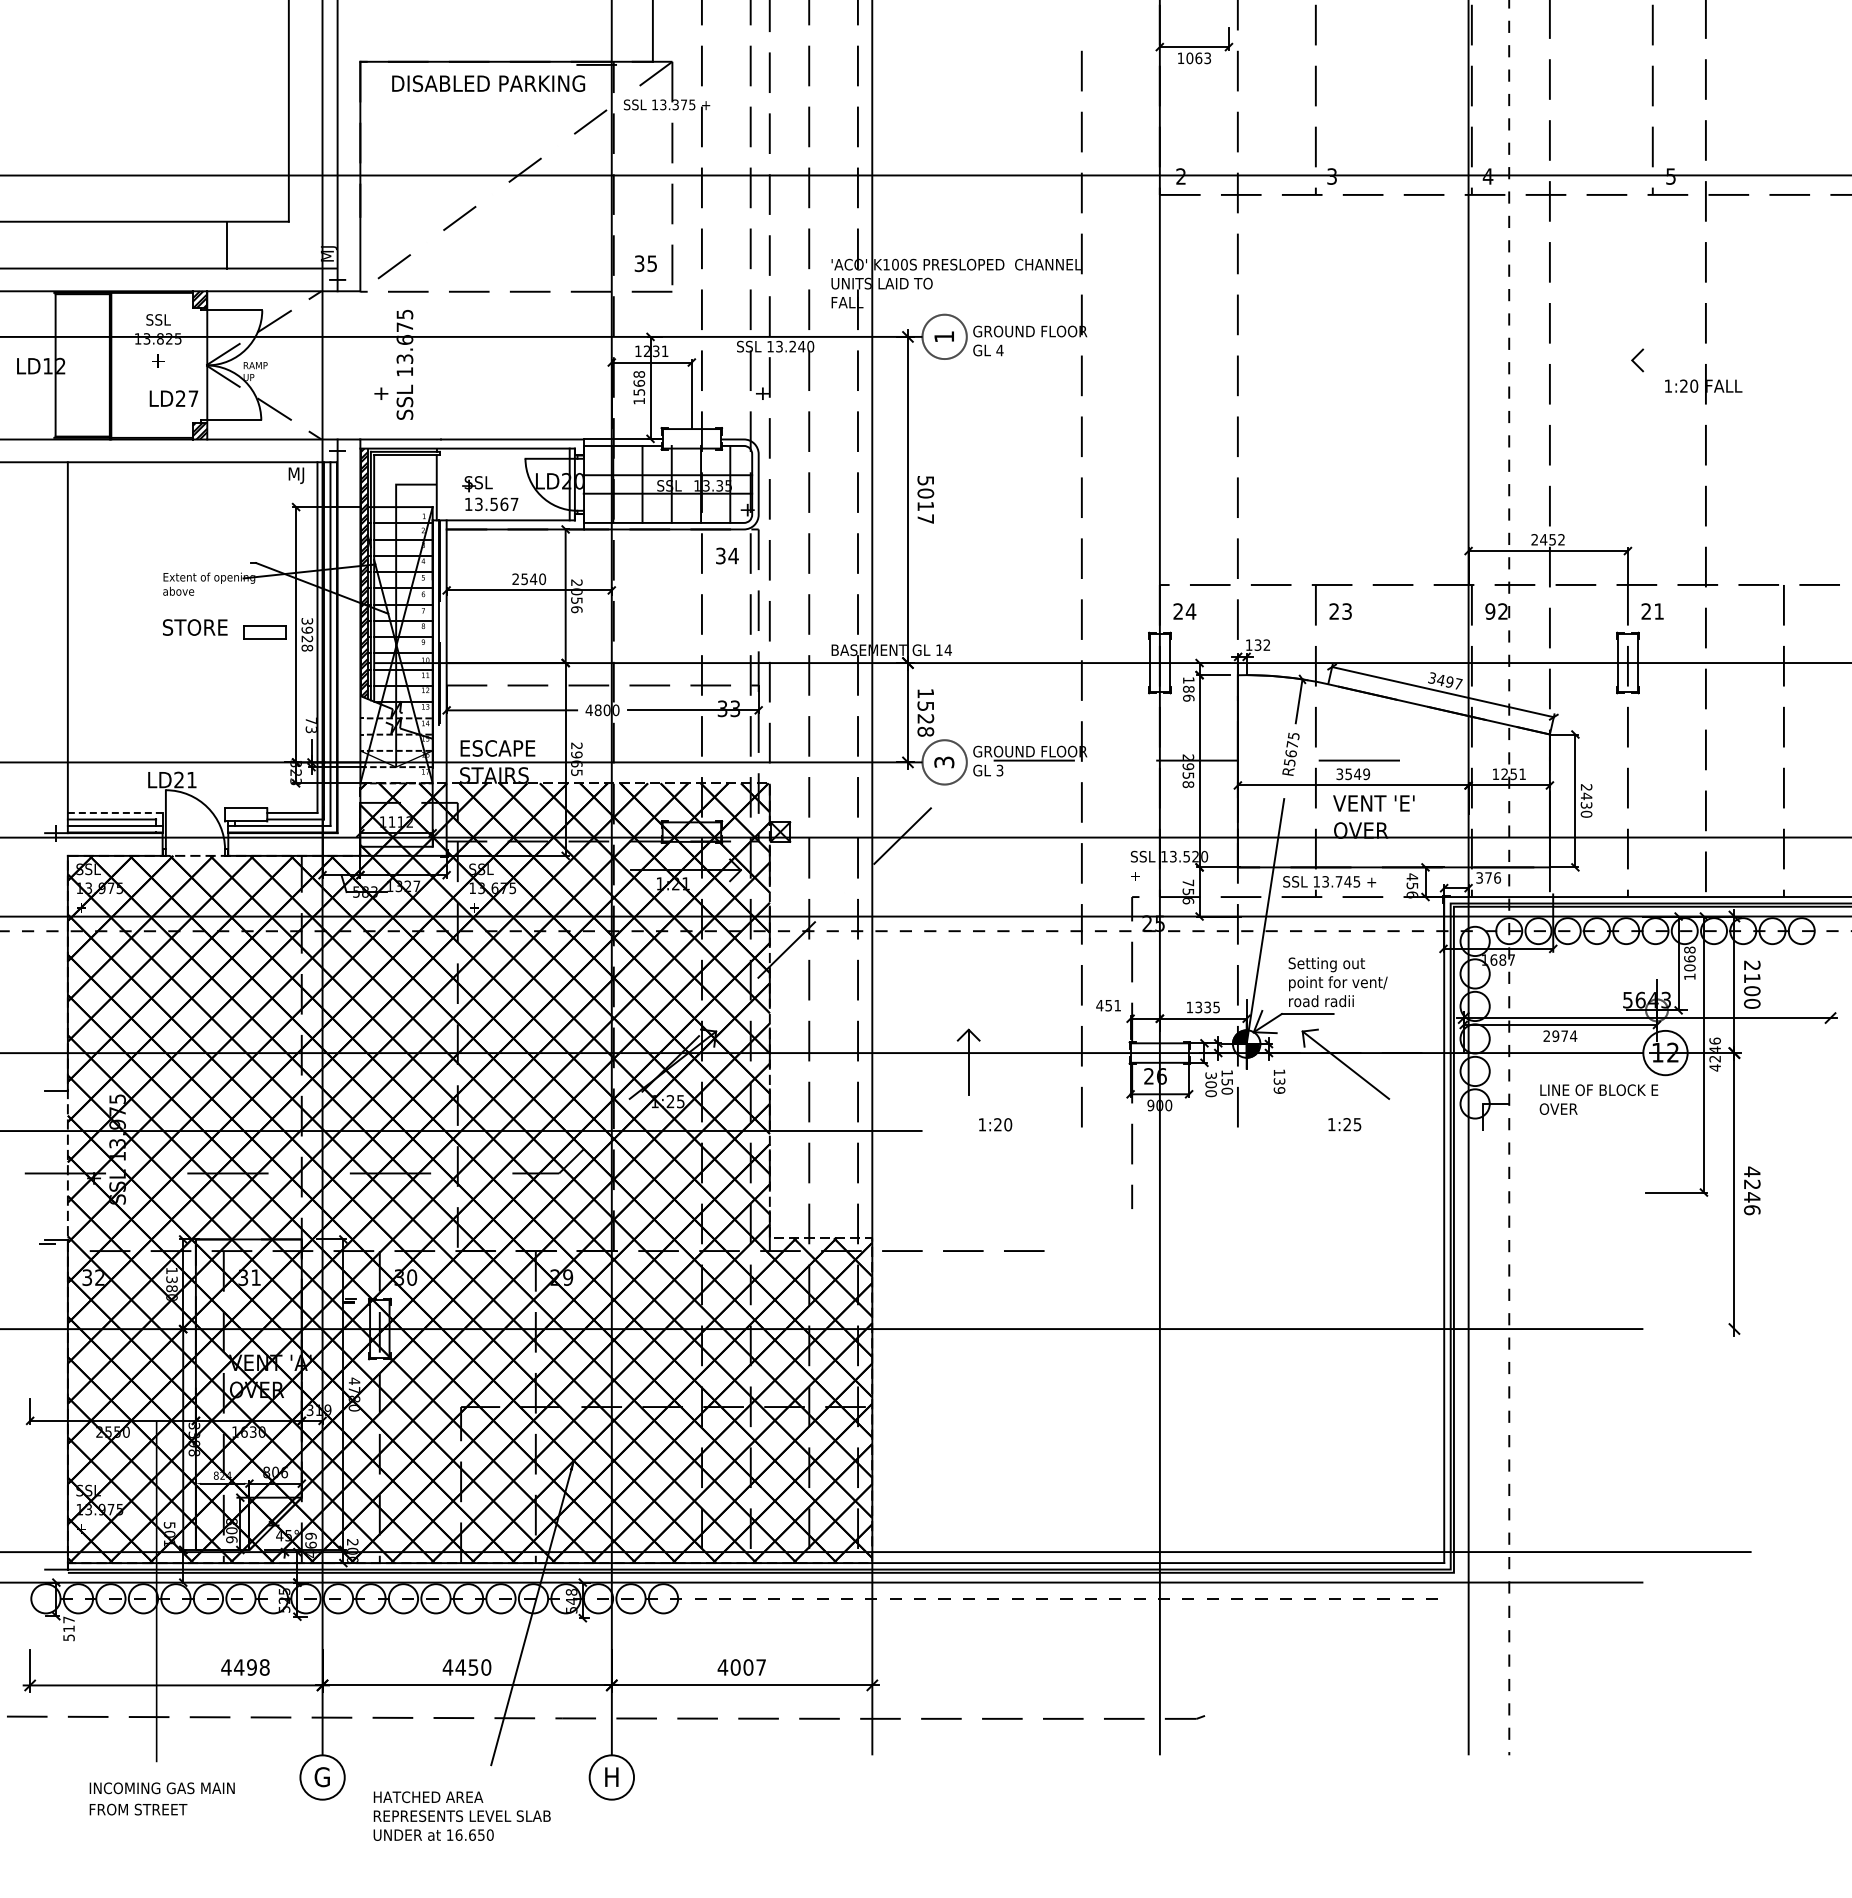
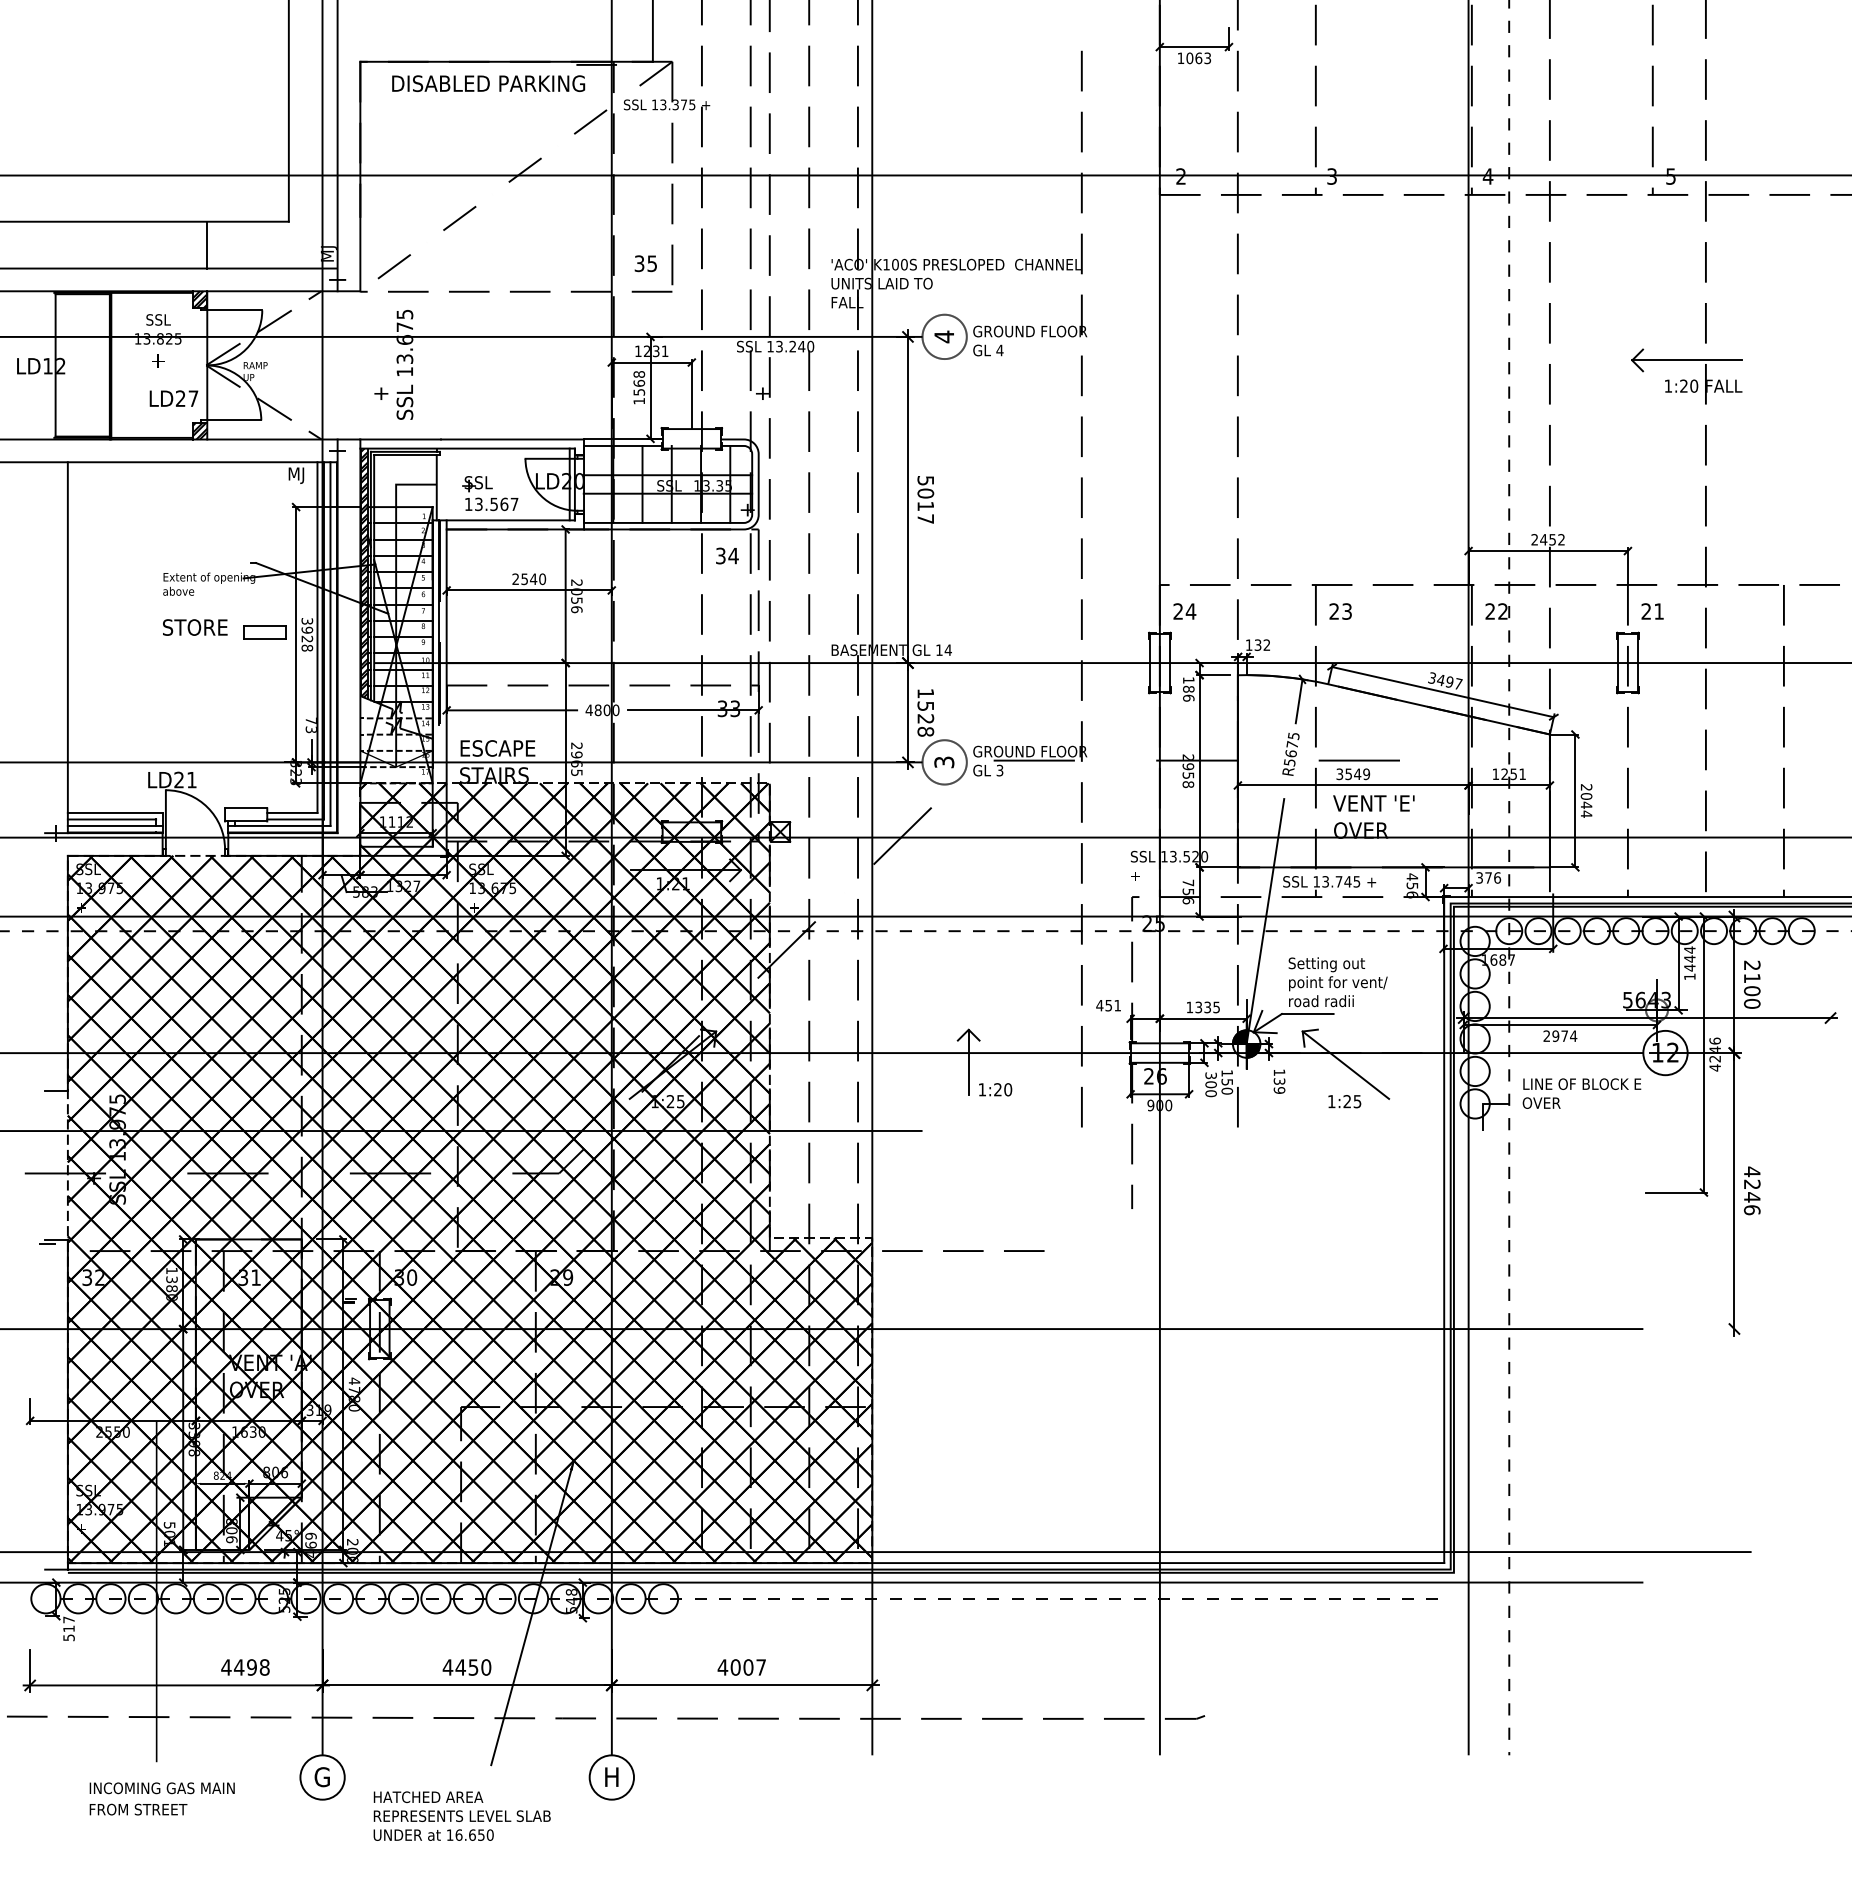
line at (227, 244) position: (227, 244) -> (207, 244)
text at (943, 336): 1 -> 4
line at (1686, 360): none -> present
text at (1490, 611): 92 -> 22
text at (1586, 804): 2430 -> 2044
line at (115, 812): dashed -> solid
text at (1689, 958): 1068 -> 1444
text at (1598, 1099) position: (1598, 1099) -> (1581, 1093)
text at (995, 1124) position: (995, 1124) -> (995, 1089)
text at (1344, 1124) position: (1344, 1124) -> (1344, 1101)
